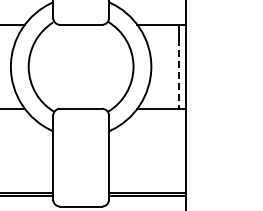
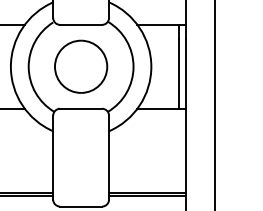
part at (81, 66): none -> present
line at (178, 73): dashed -> solid
line at (214, 104): none -> present
